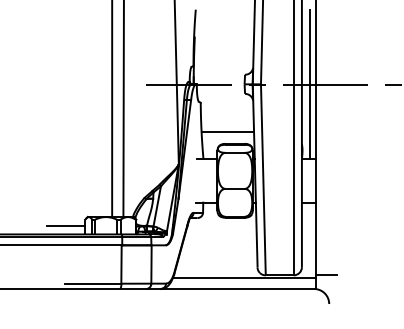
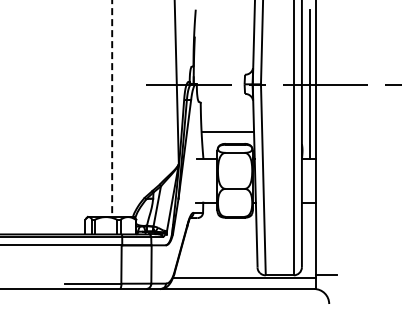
line at (112, 109): solid -> dashed
line at (123, 109): present -> none
line at (65, 226): present -> none
